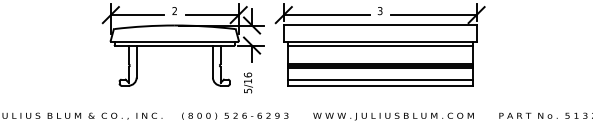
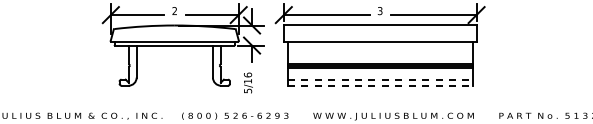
line at (379, 45): present -> none
line at (380, 79): solid -> dashed
line at (380, 85): solid -> dashed
